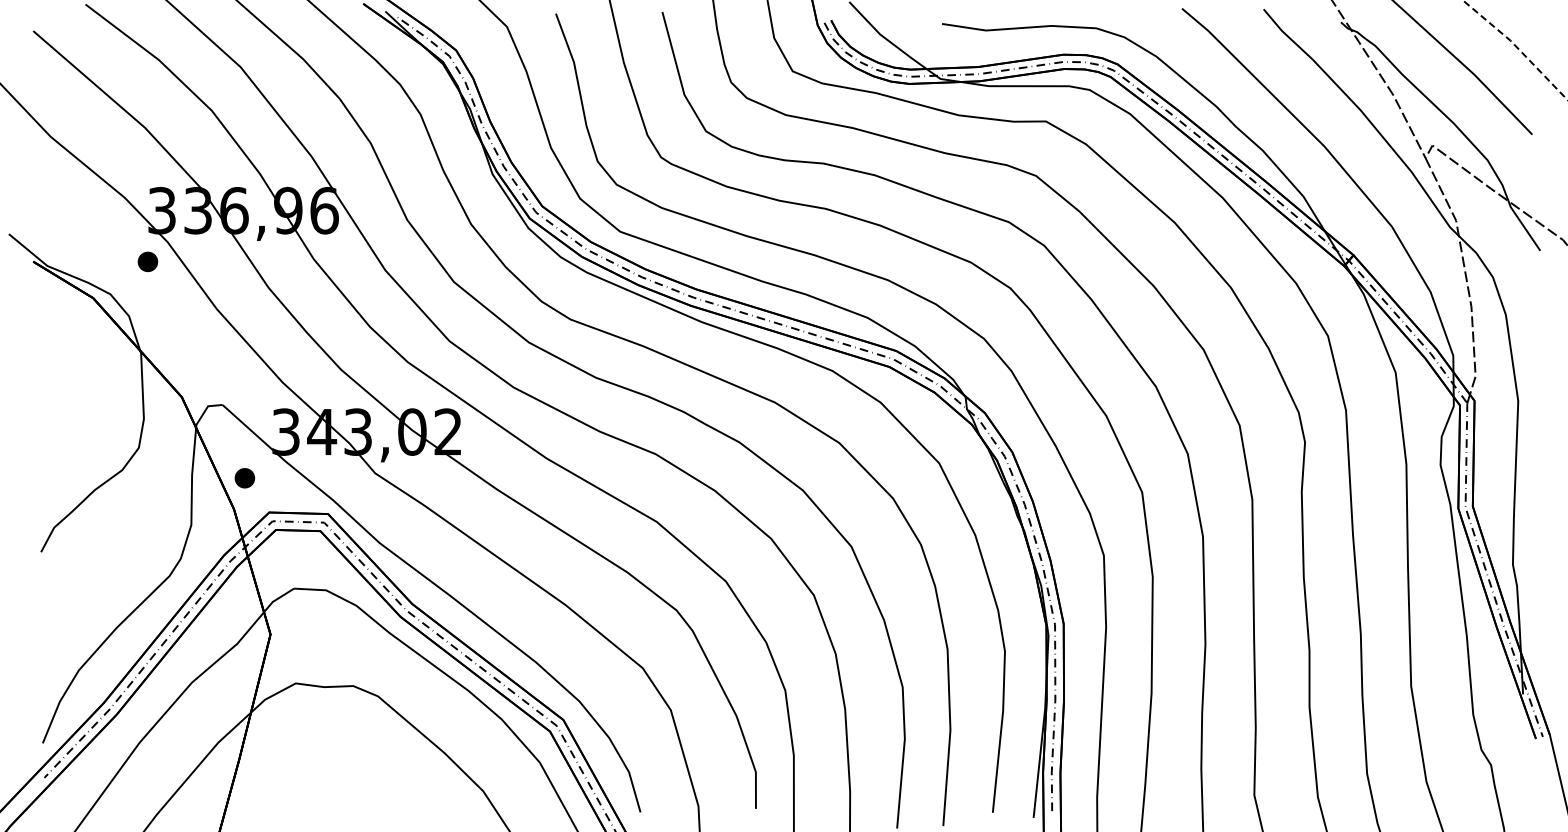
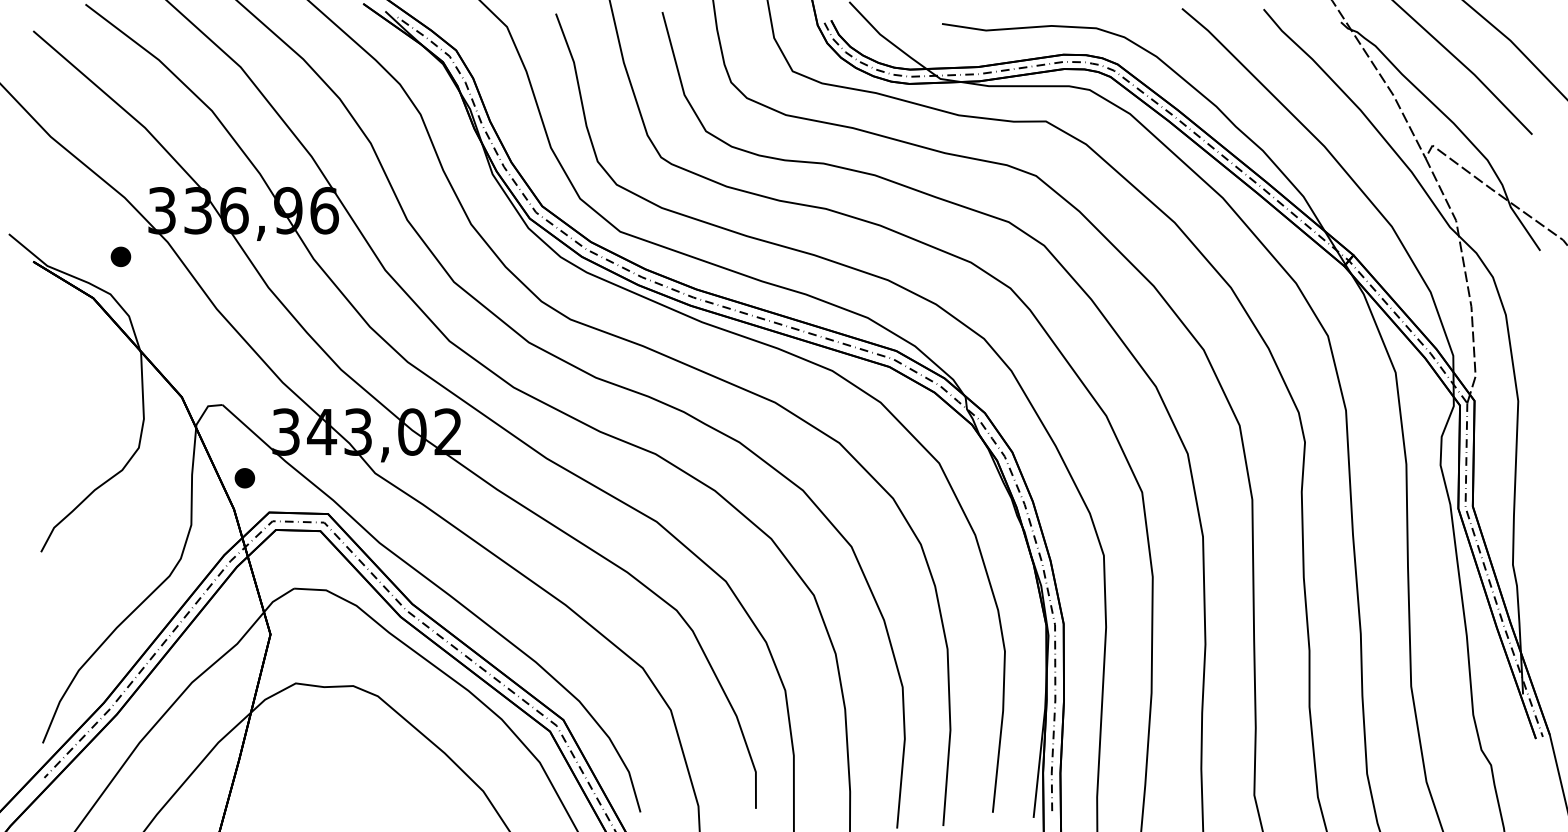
line at (1516, 47): dashed -> solid
part at (147, 261) position: (147, 261) -> (120, 256)
